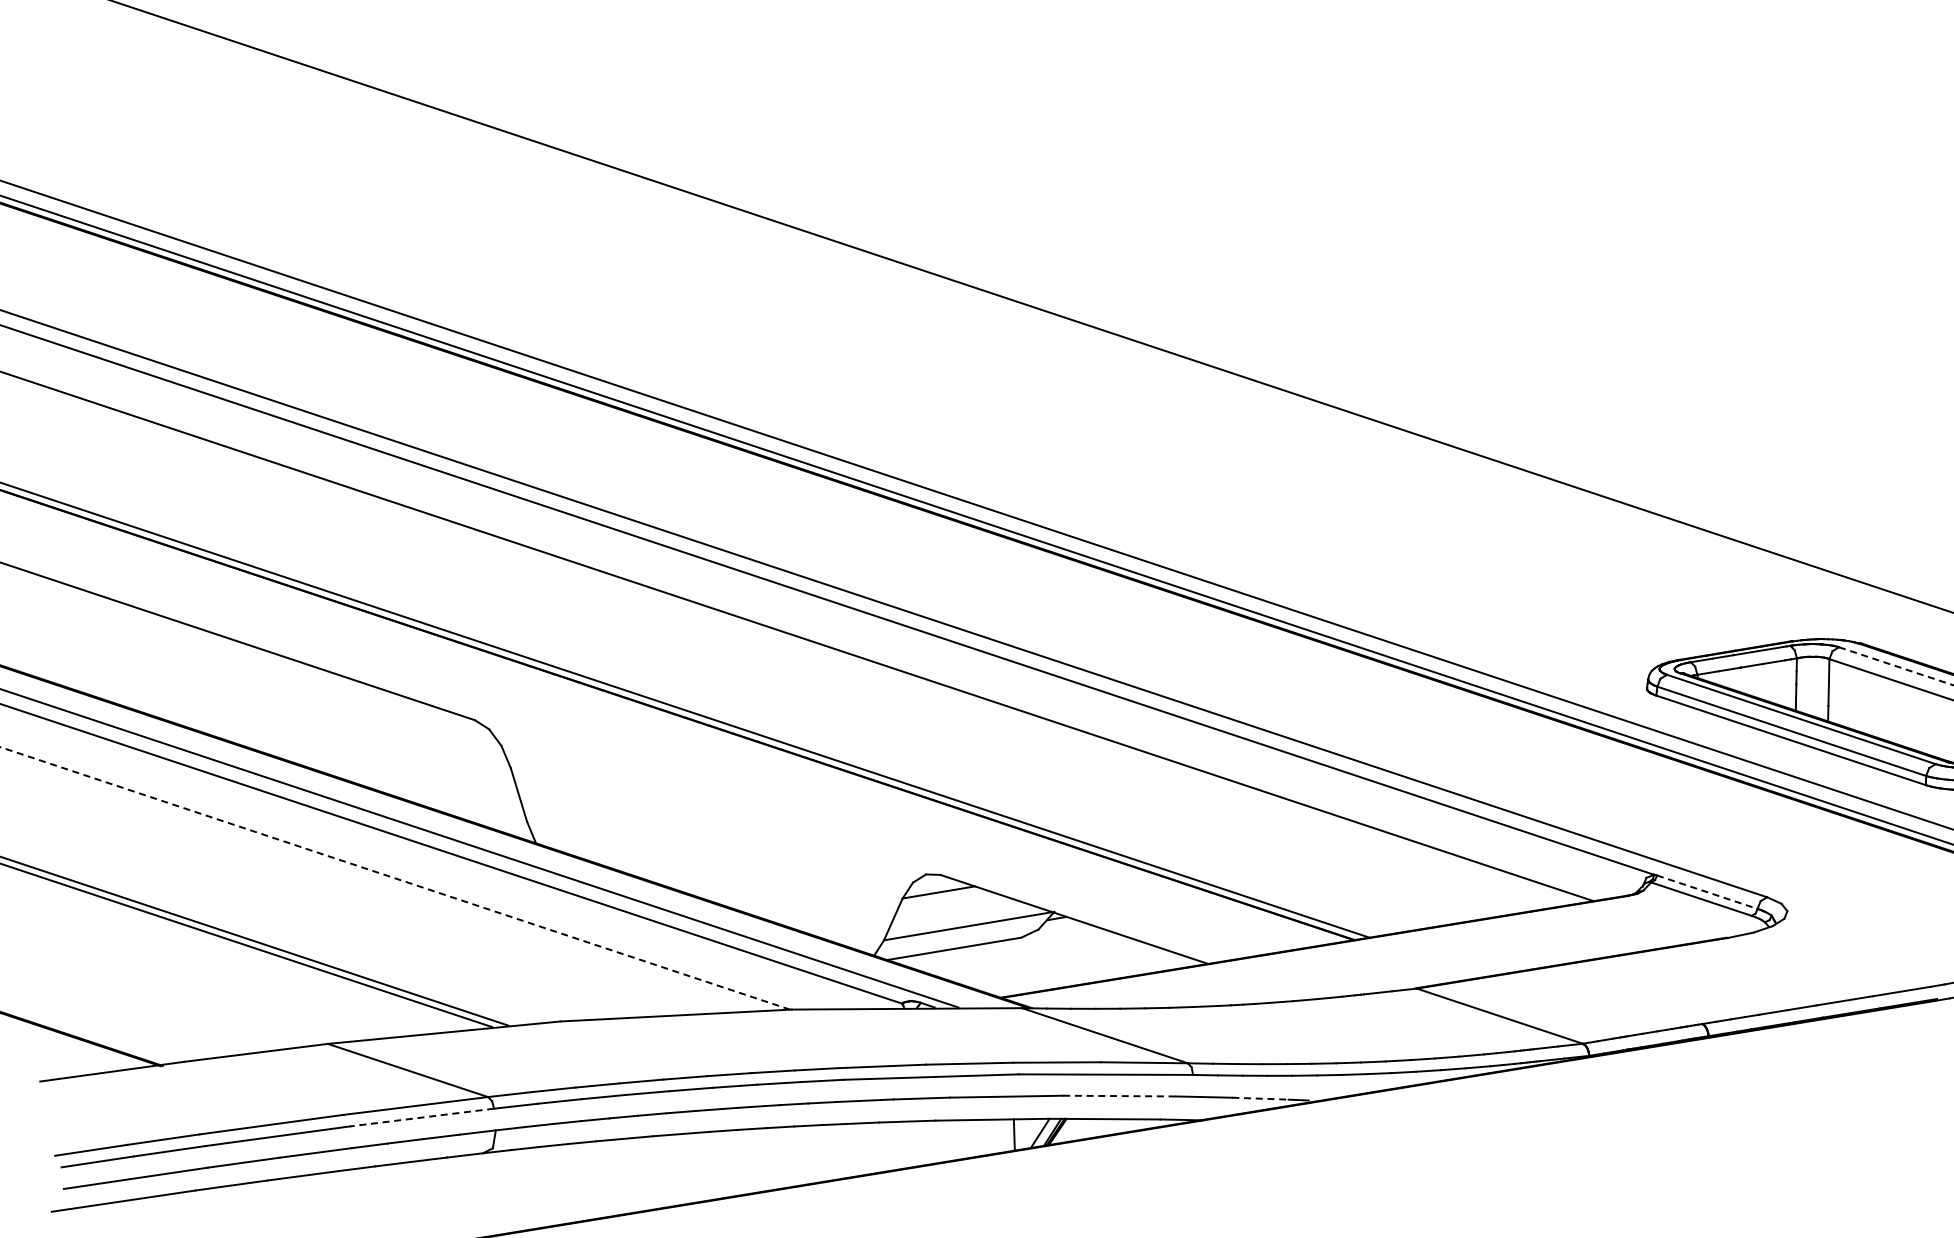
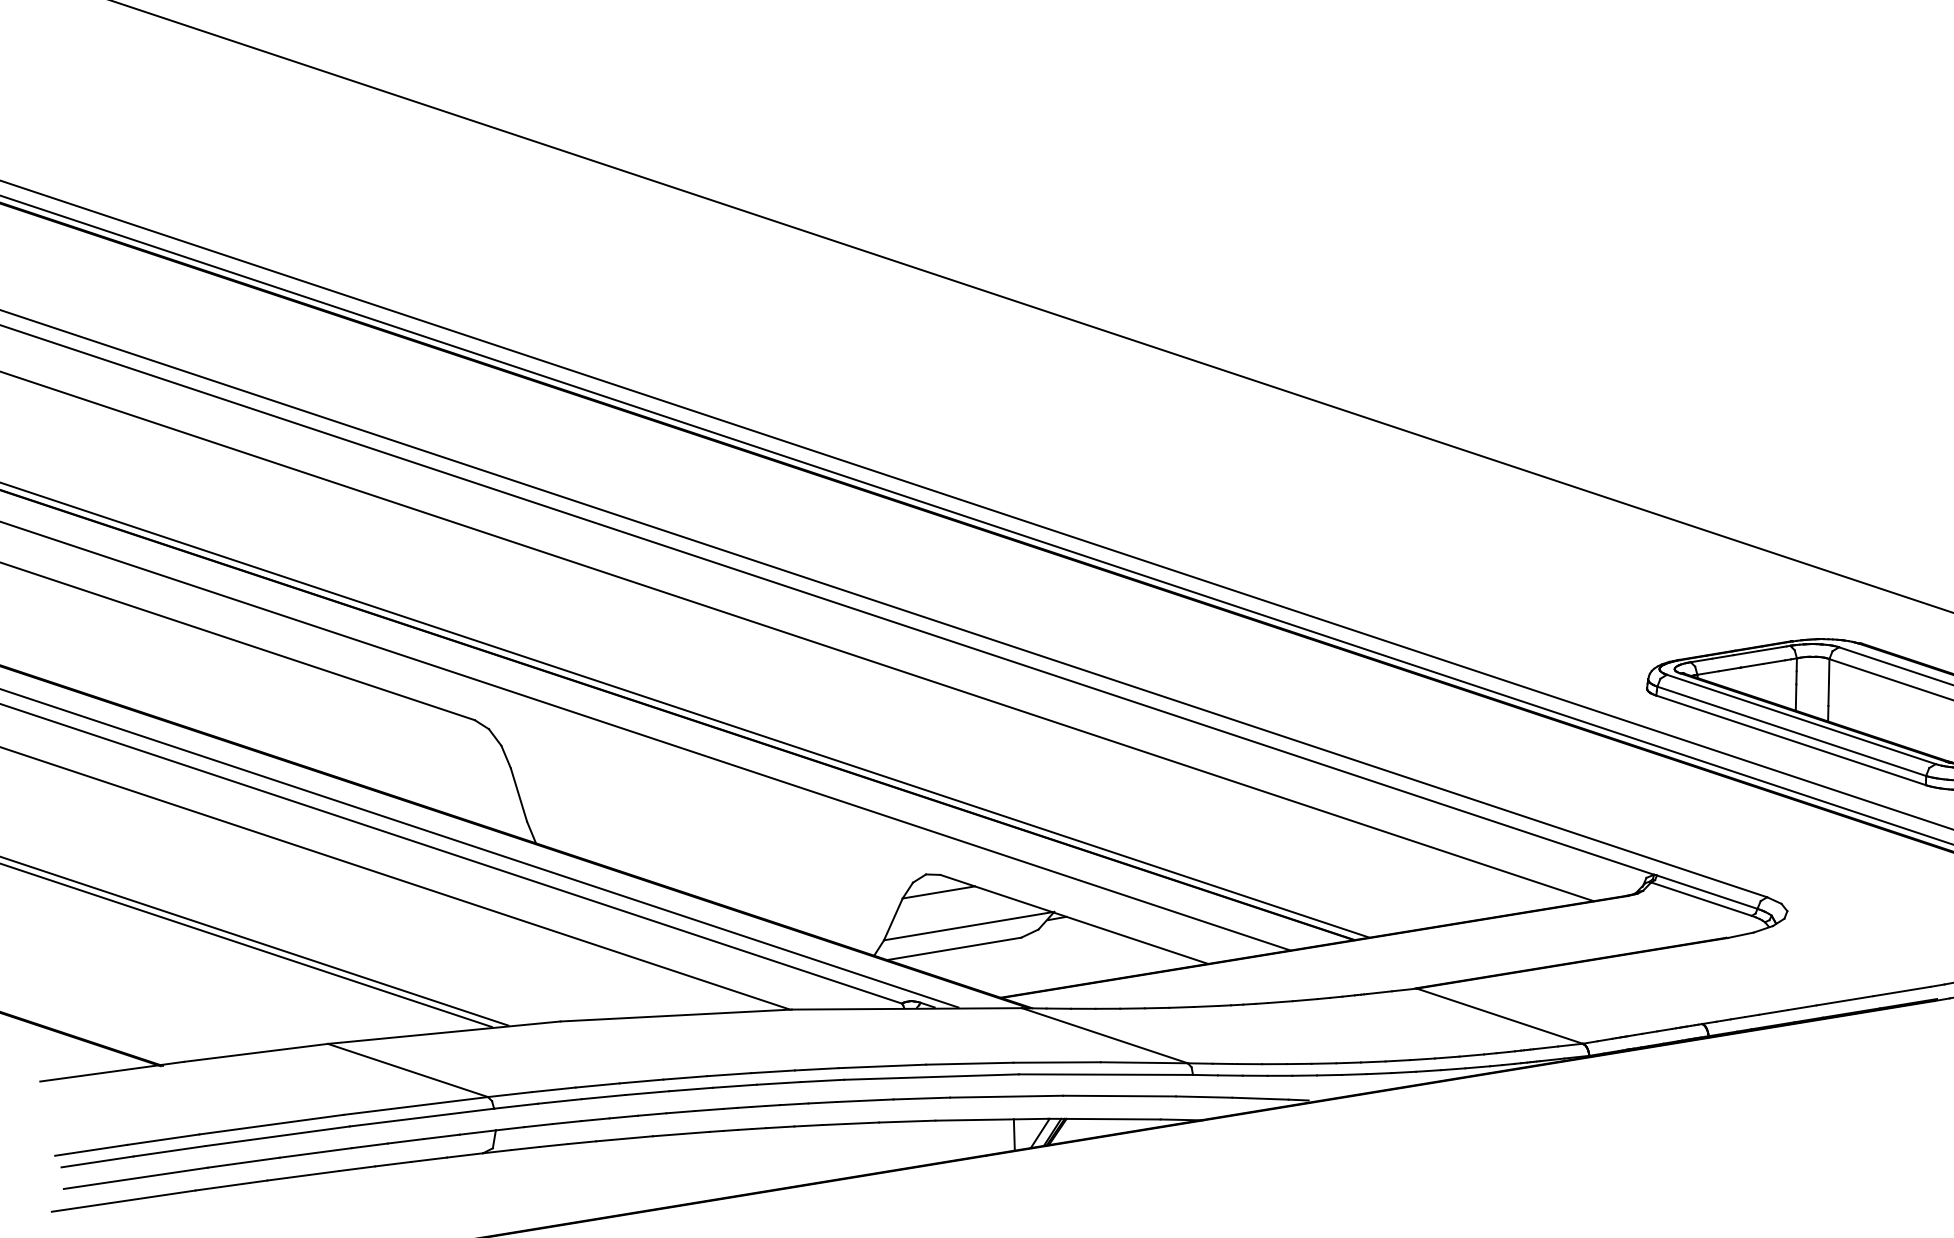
line at (1896, 666): dashed -> solid
line at (646, 736): none -> present
line at (395, 878): dashed -> solid
line at (1707, 892): dashed -> solid
line at (1120, 1096): dashed -> solid
line at (1260, 1098): dashed -> solid
line at (422, 1117): dashed -> solid
